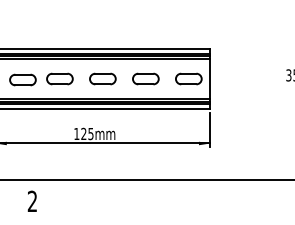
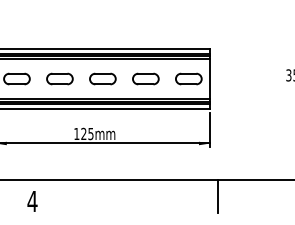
part at (22, 79) position: (22, 79) -> (16, 78)
line at (218, 195): none -> present
text at (32, 200): 2 -> 4
